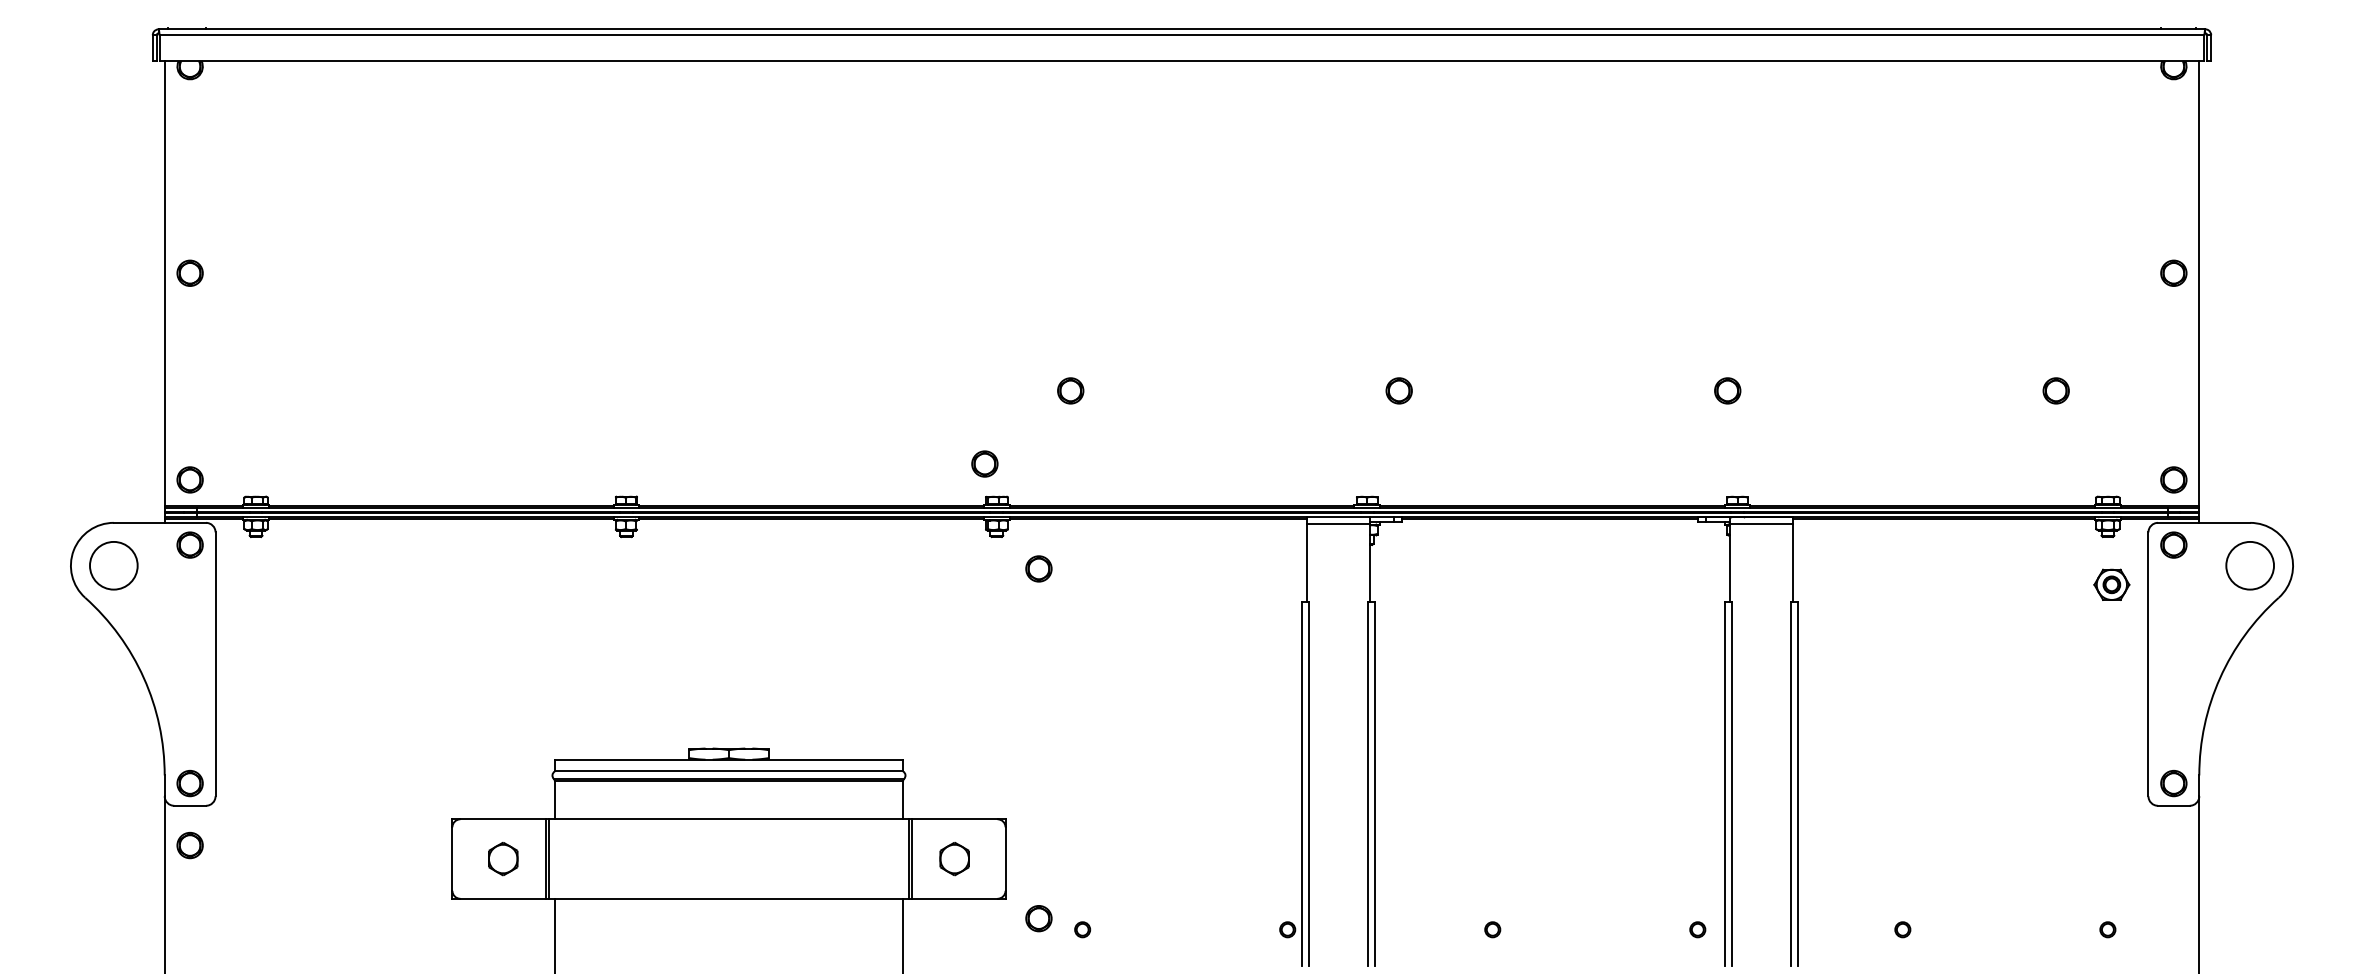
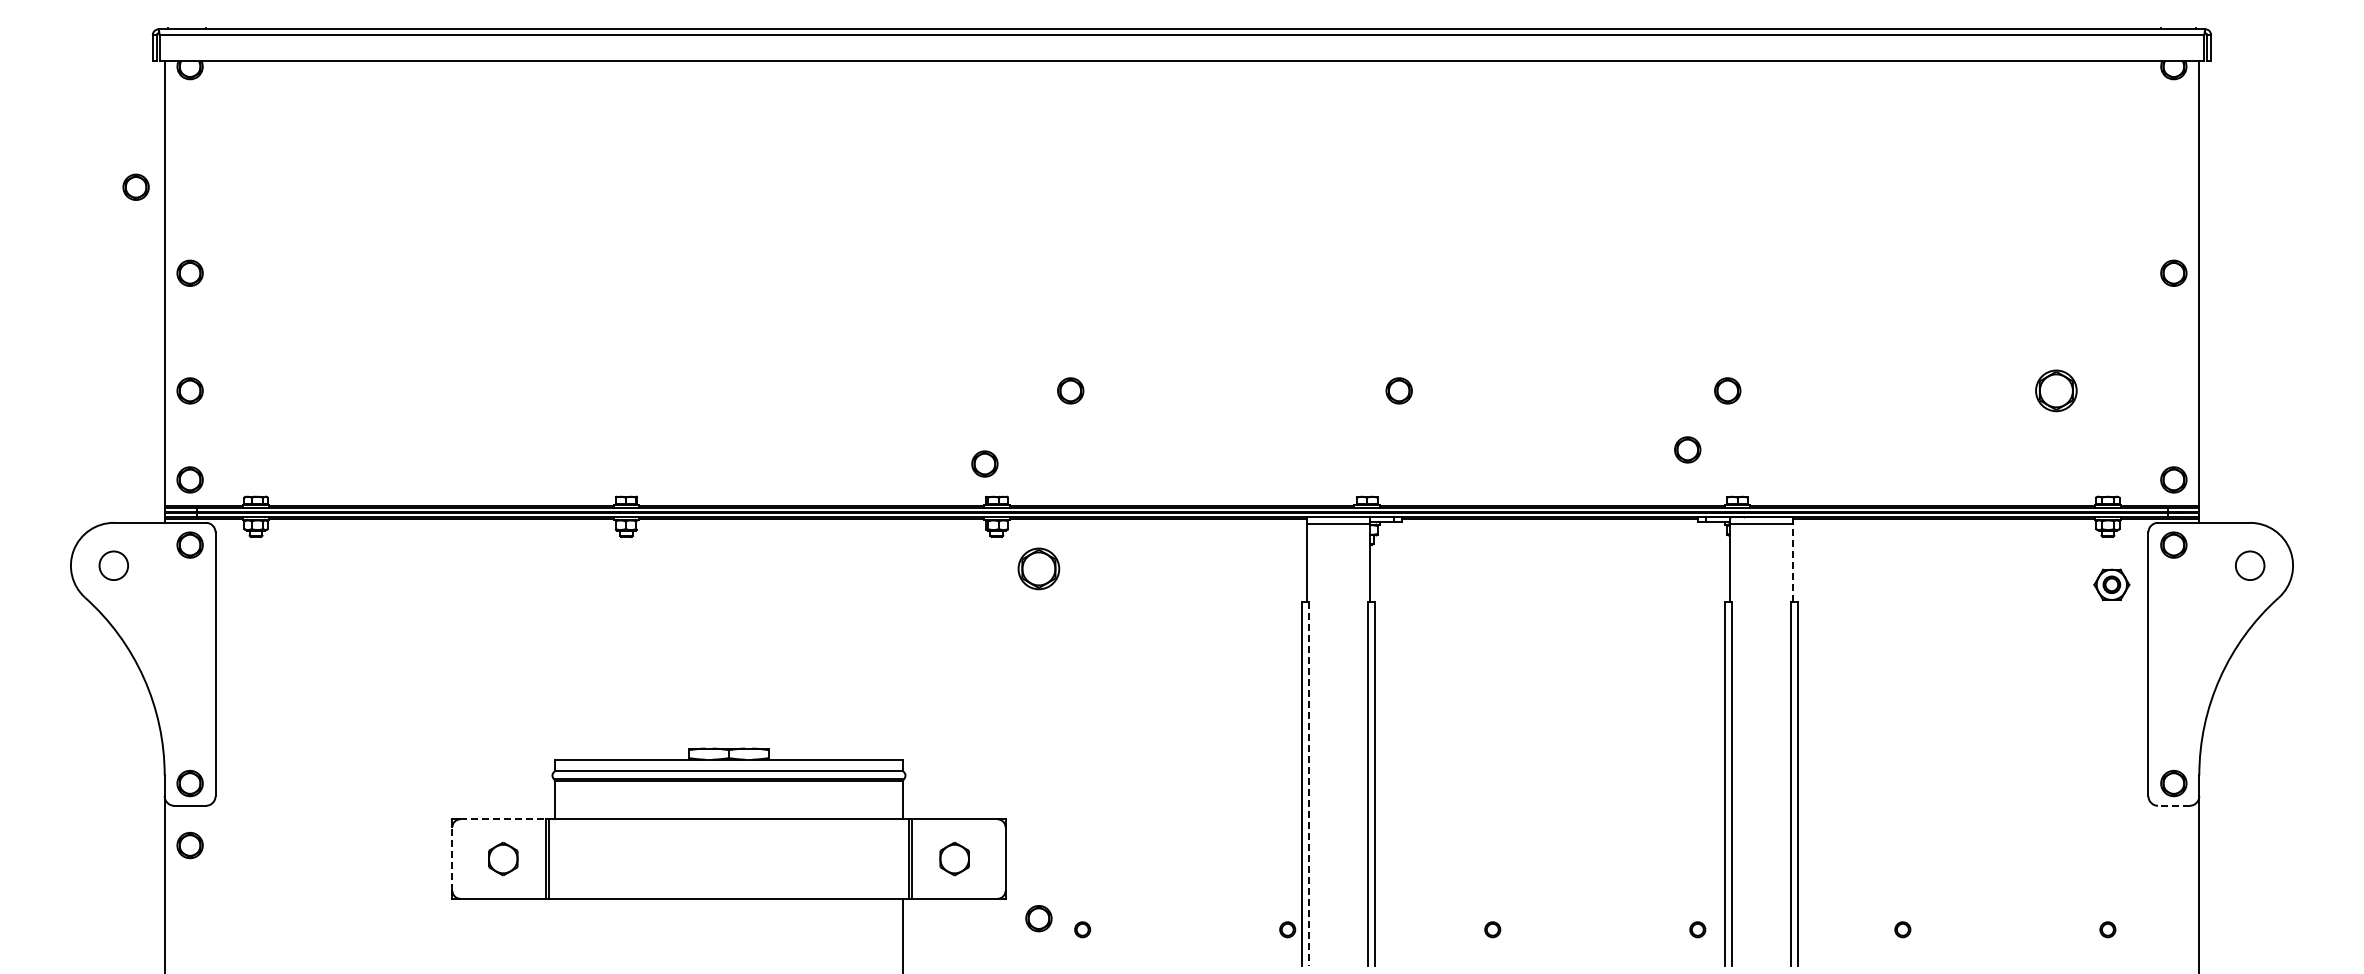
part at (135, 186): none -> present
part at (189, 390): none -> present
part at (2055, 390) size: 28x28 px -> 43x44 px
part at (1687, 449): none -> present
line at (1793, 562): solid -> dashed
circle at (113, 565) diameter: 48 px -> 29 px
circle at (2250, 565) diameter: 48 px -> 29 px
part at (1038, 568) size: 28x28 px -> 44x44 px
line at (1309, 784): solid -> dashed
line at (2173, 805): solid -> dashed
line at (502, 819): solid -> dashed
line at (452, 859): solid -> dashed
line at (554, 934): present -> none
